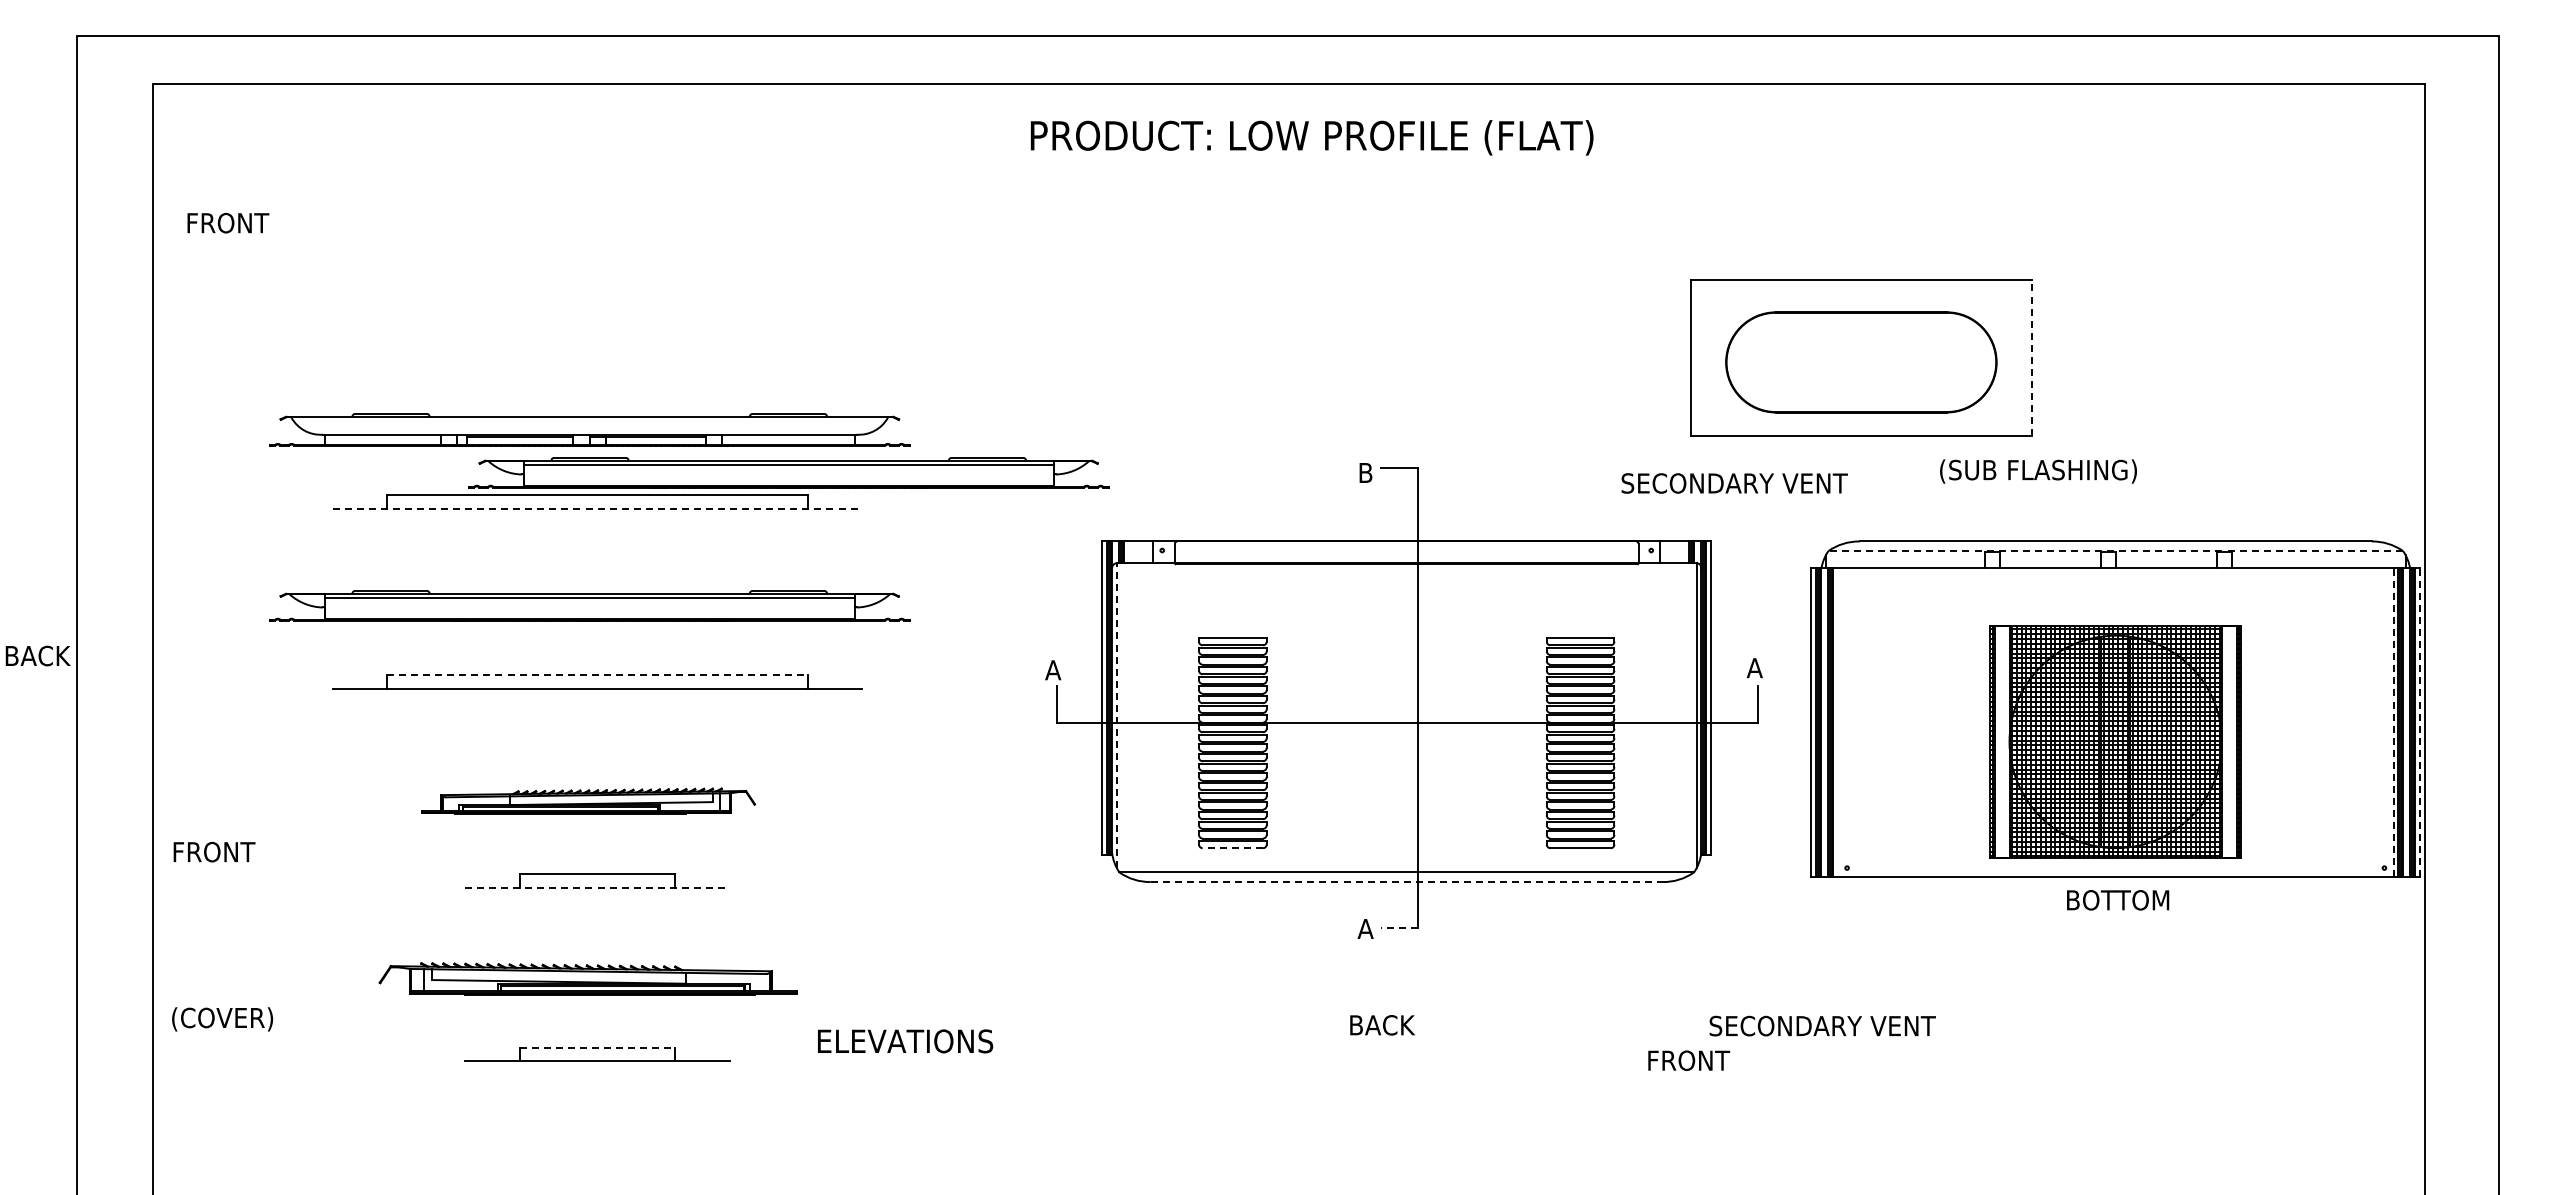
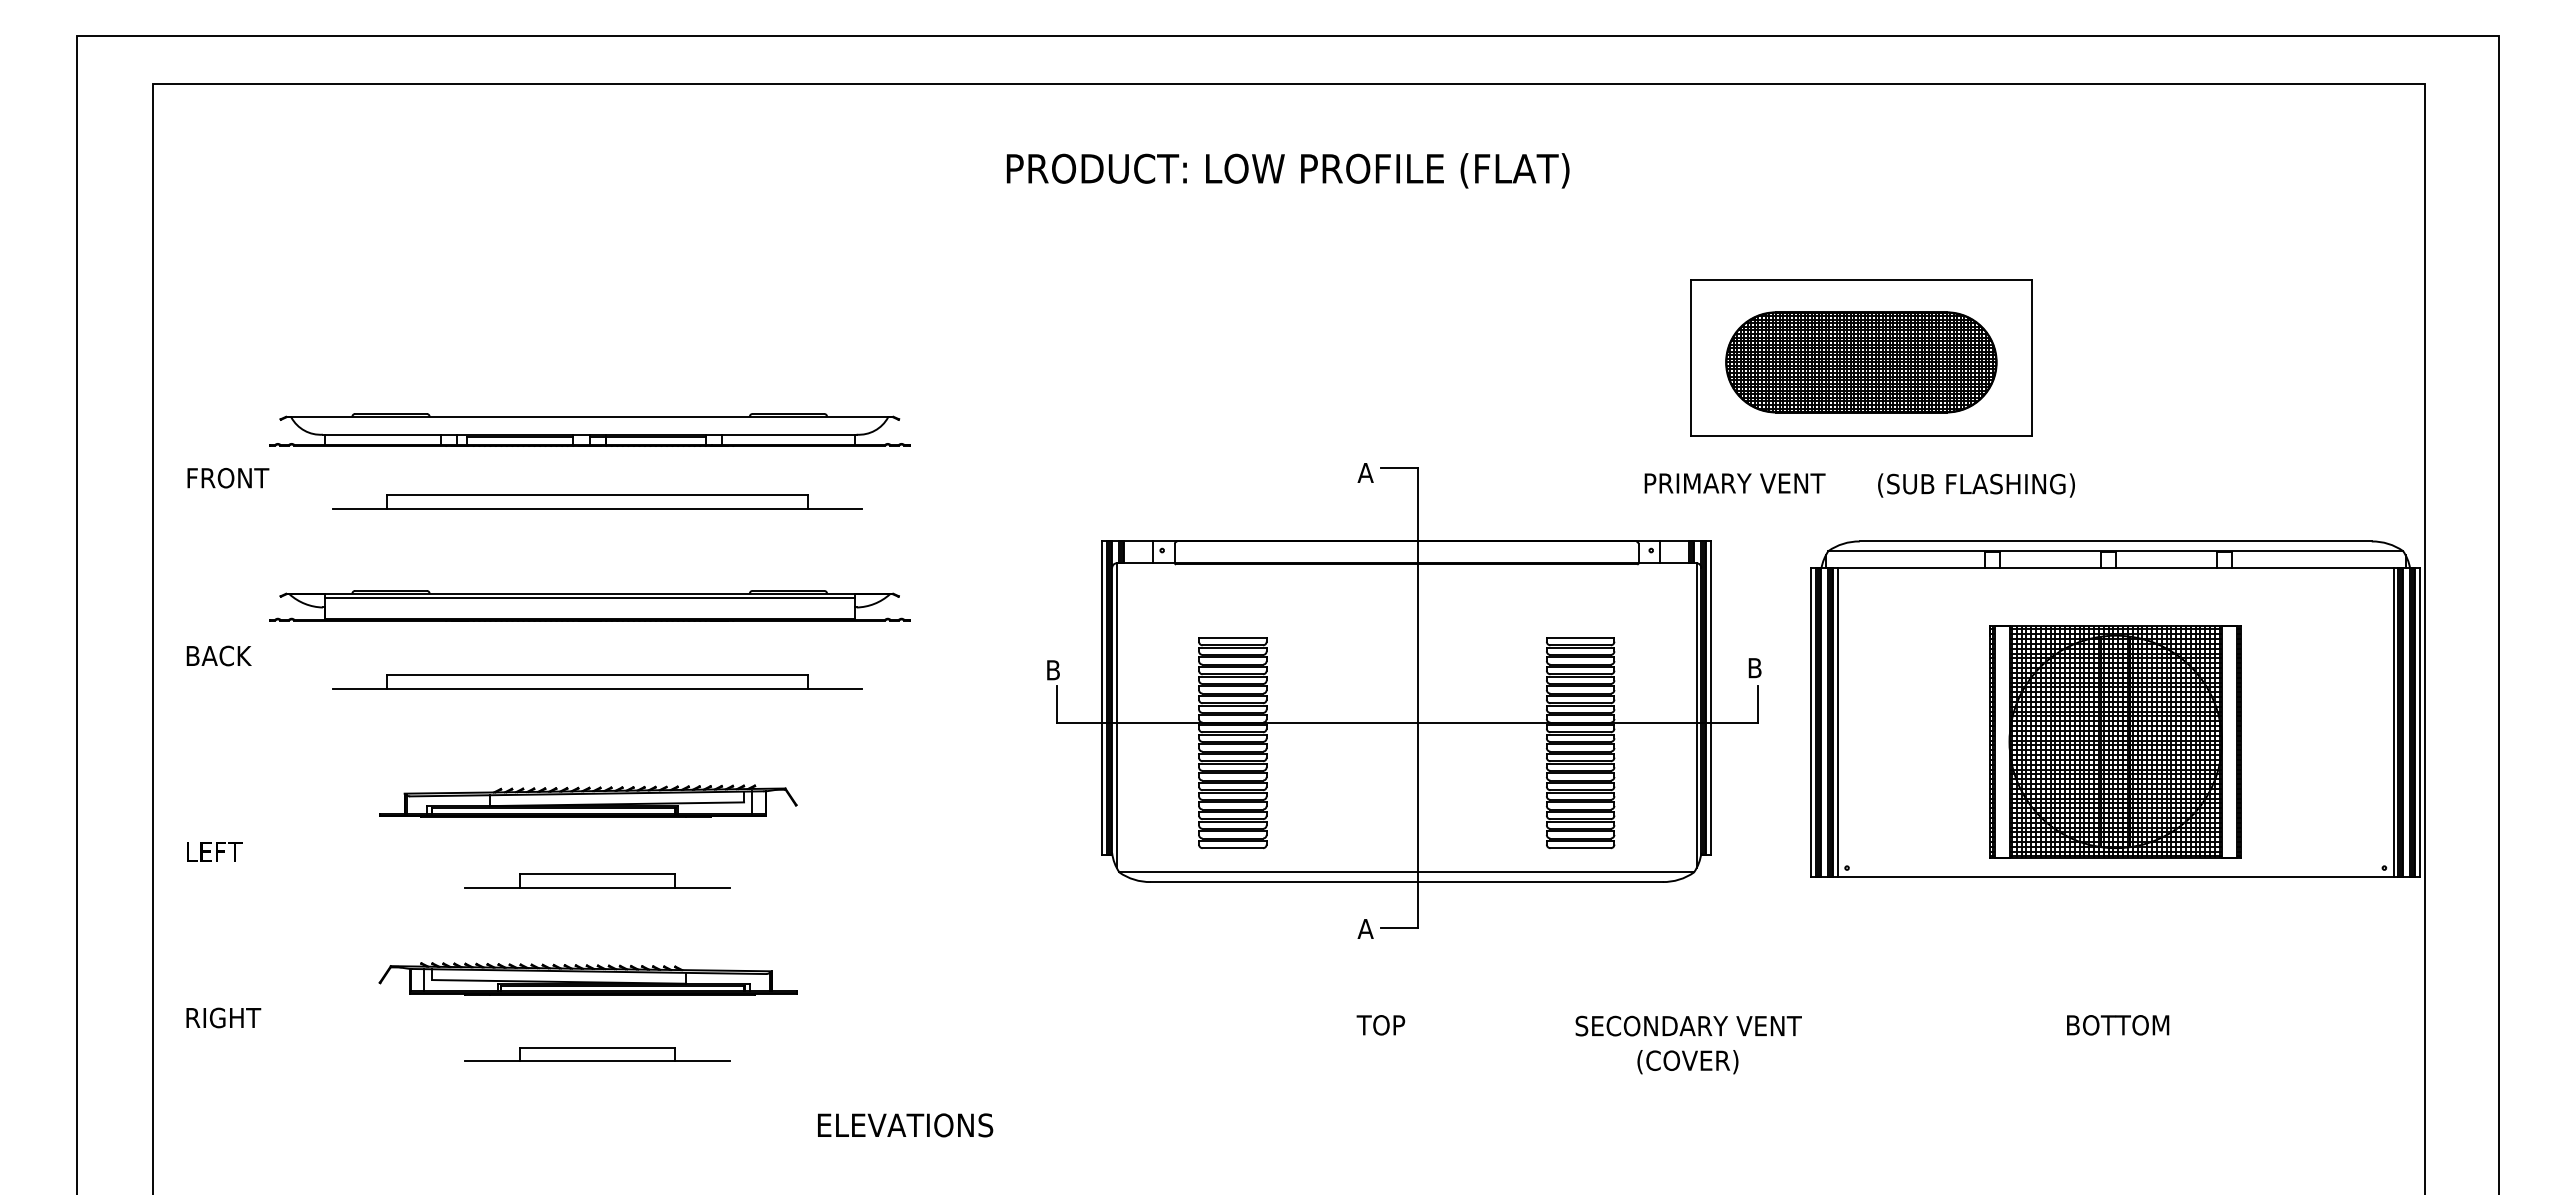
text at (1312, 137) position: (1312, 137) -> (1288, 170)
text at (228, 223) position: (228, 223) -> (228, 478)
line at (2031, 357): dashed -> solid
hatch at (1861, 362): none -> present
text at (2038, 471) position: (2038, 471) -> (1976, 485)
part at (788, 472): present -> none
text at (1365, 472): B -> A
text at (1734, 483): SECONDARY VENT -> PRIMARY VENT
line at (597, 509): dashed -> solid
line at (2115, 551): dashed -> solid
text at (37, 655) position: (37, 655) -> (218, 655)
text at (1754, 668): A -> B
text at (1053, 670): A -> B
line at (597, 675): dashed -> solid
line at (1116, 715): dashed -> solid
line at (1838, 722): none -> present
line at (2393, 722): dashed -> solid
line at (2420, 722): dashed -> solid
part at (588, 800) size: 336x28 px -> 419x34 px
line at (1232, 848): dashed -> solid
text at (214, 851): FRONT -> LEFT
line at (1406, 881): dashed -> solid
line at (597, 887): dashed -> solid
text at (2118, 900) position: (2118, 900) -> (2118, 1025)
line at (1399, 927): dashed -> solid
text at (222, 1019): (COVER) -> RIGHT
text at (1382, 1025): BACK -> TOP
text at (1822, 1025) position: (1822, 1025) -> (1688, 1025)
text at (905, 1041) position: (905, 1041) -> (905, 1125)
line at (597, 1047): dashed -> solid
text at (1687, 1062): FRONT -> (COVER)
